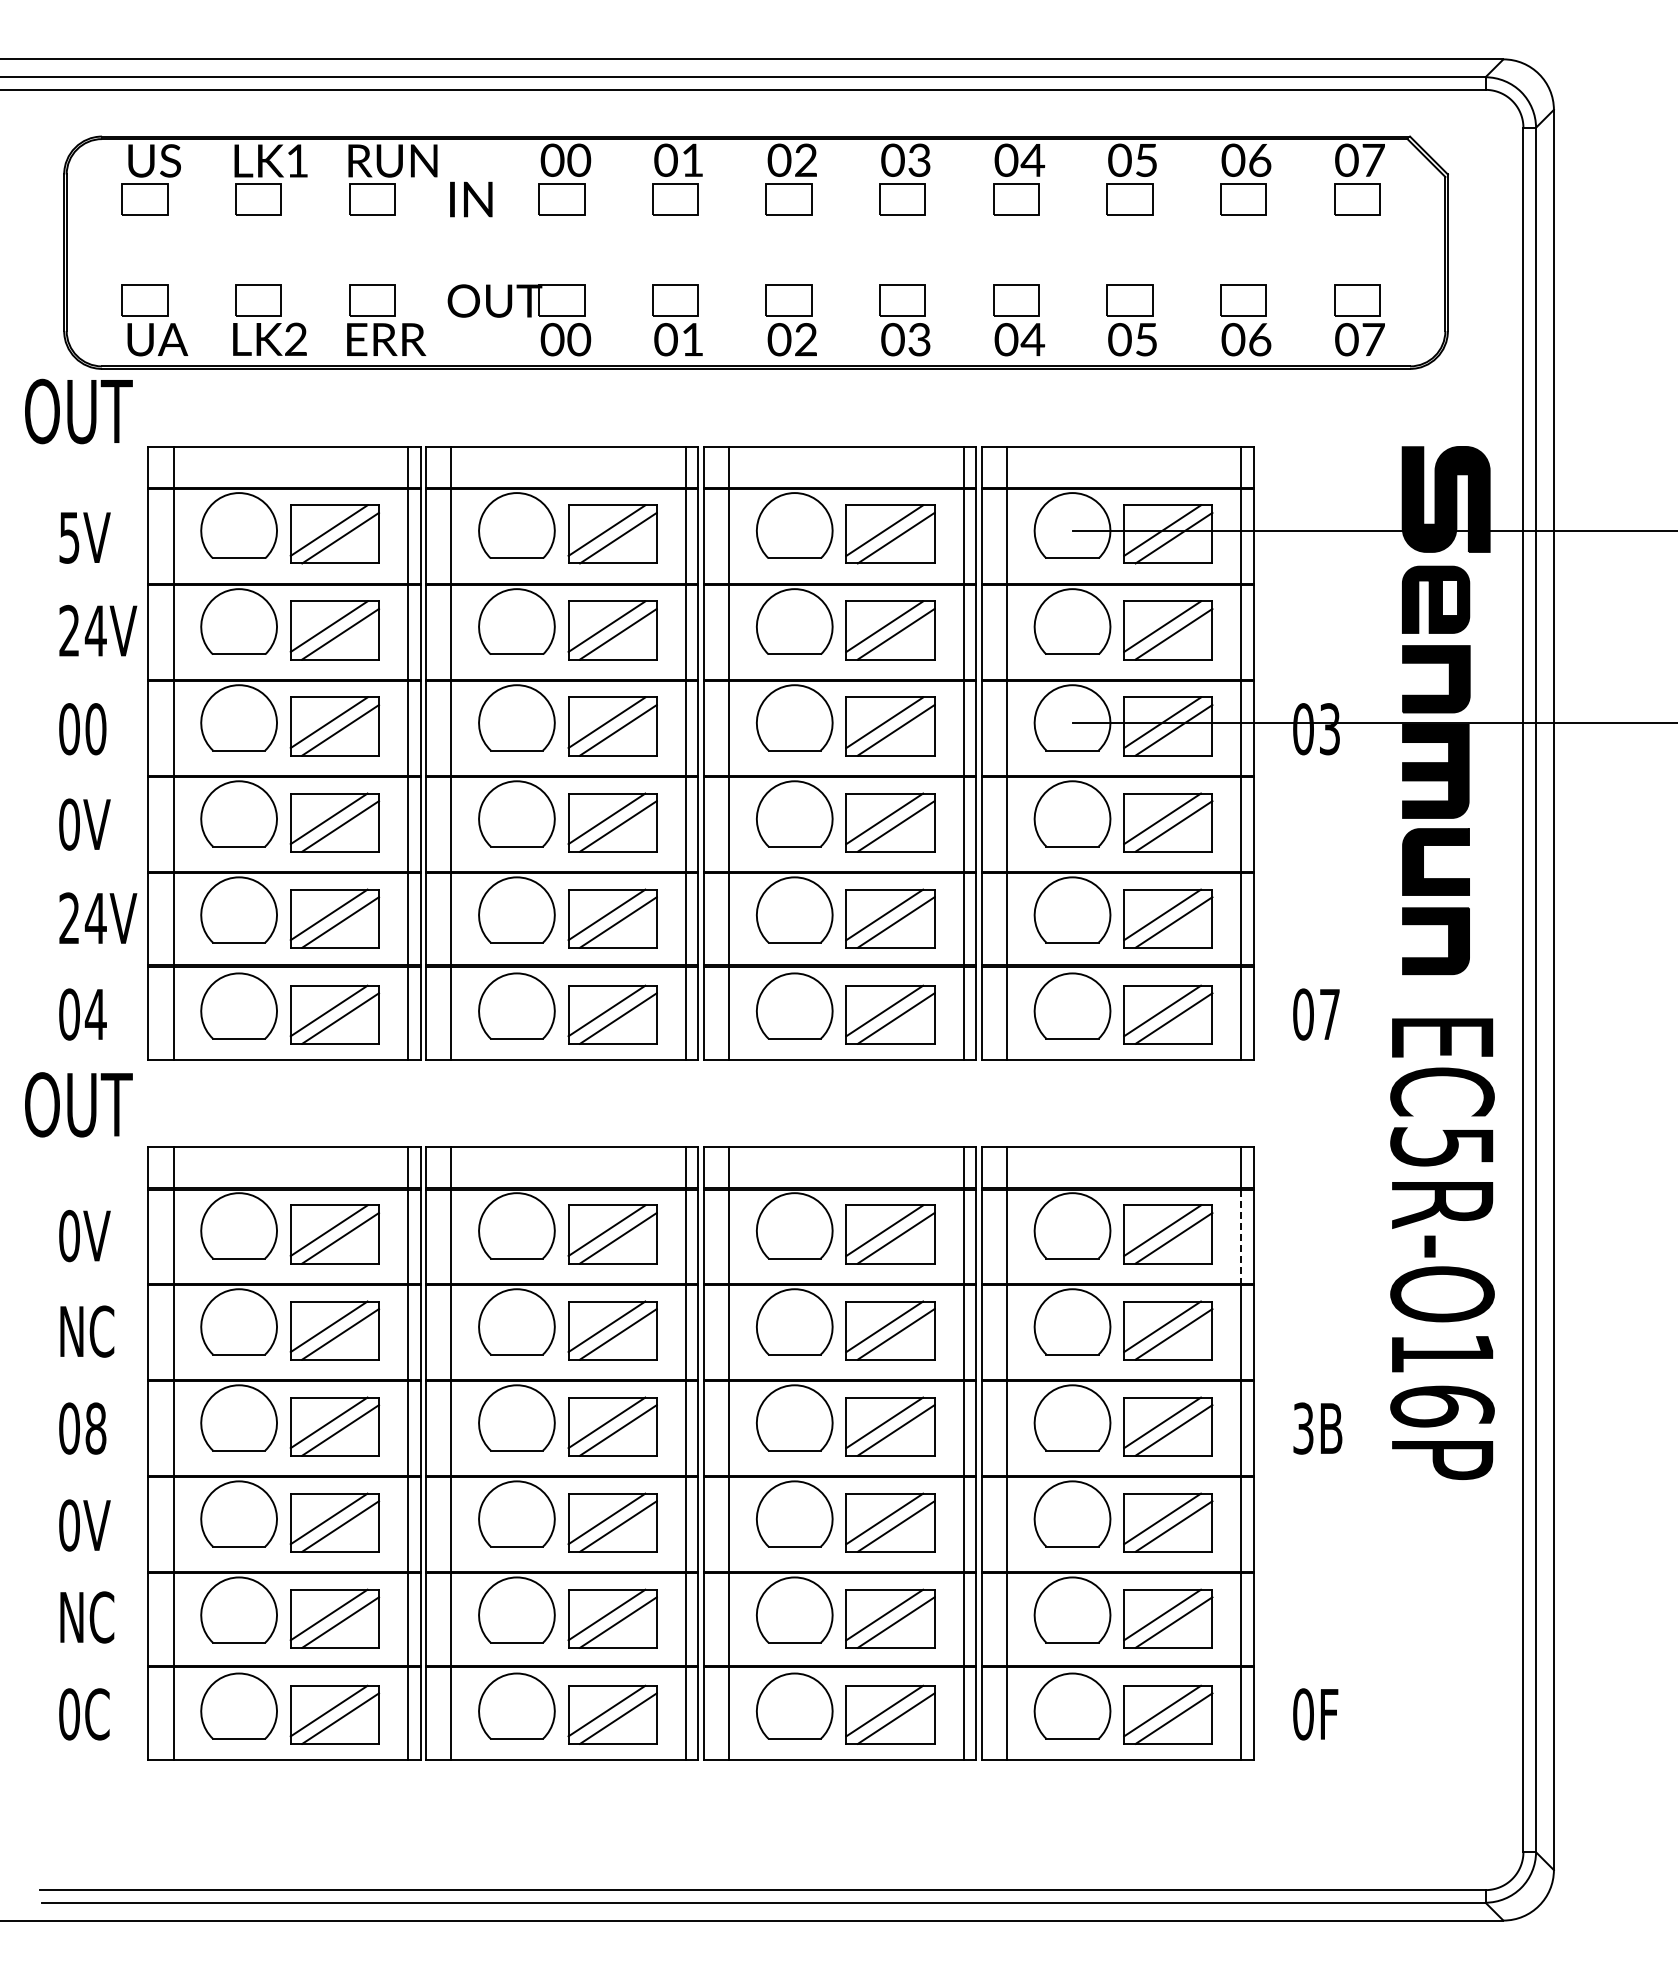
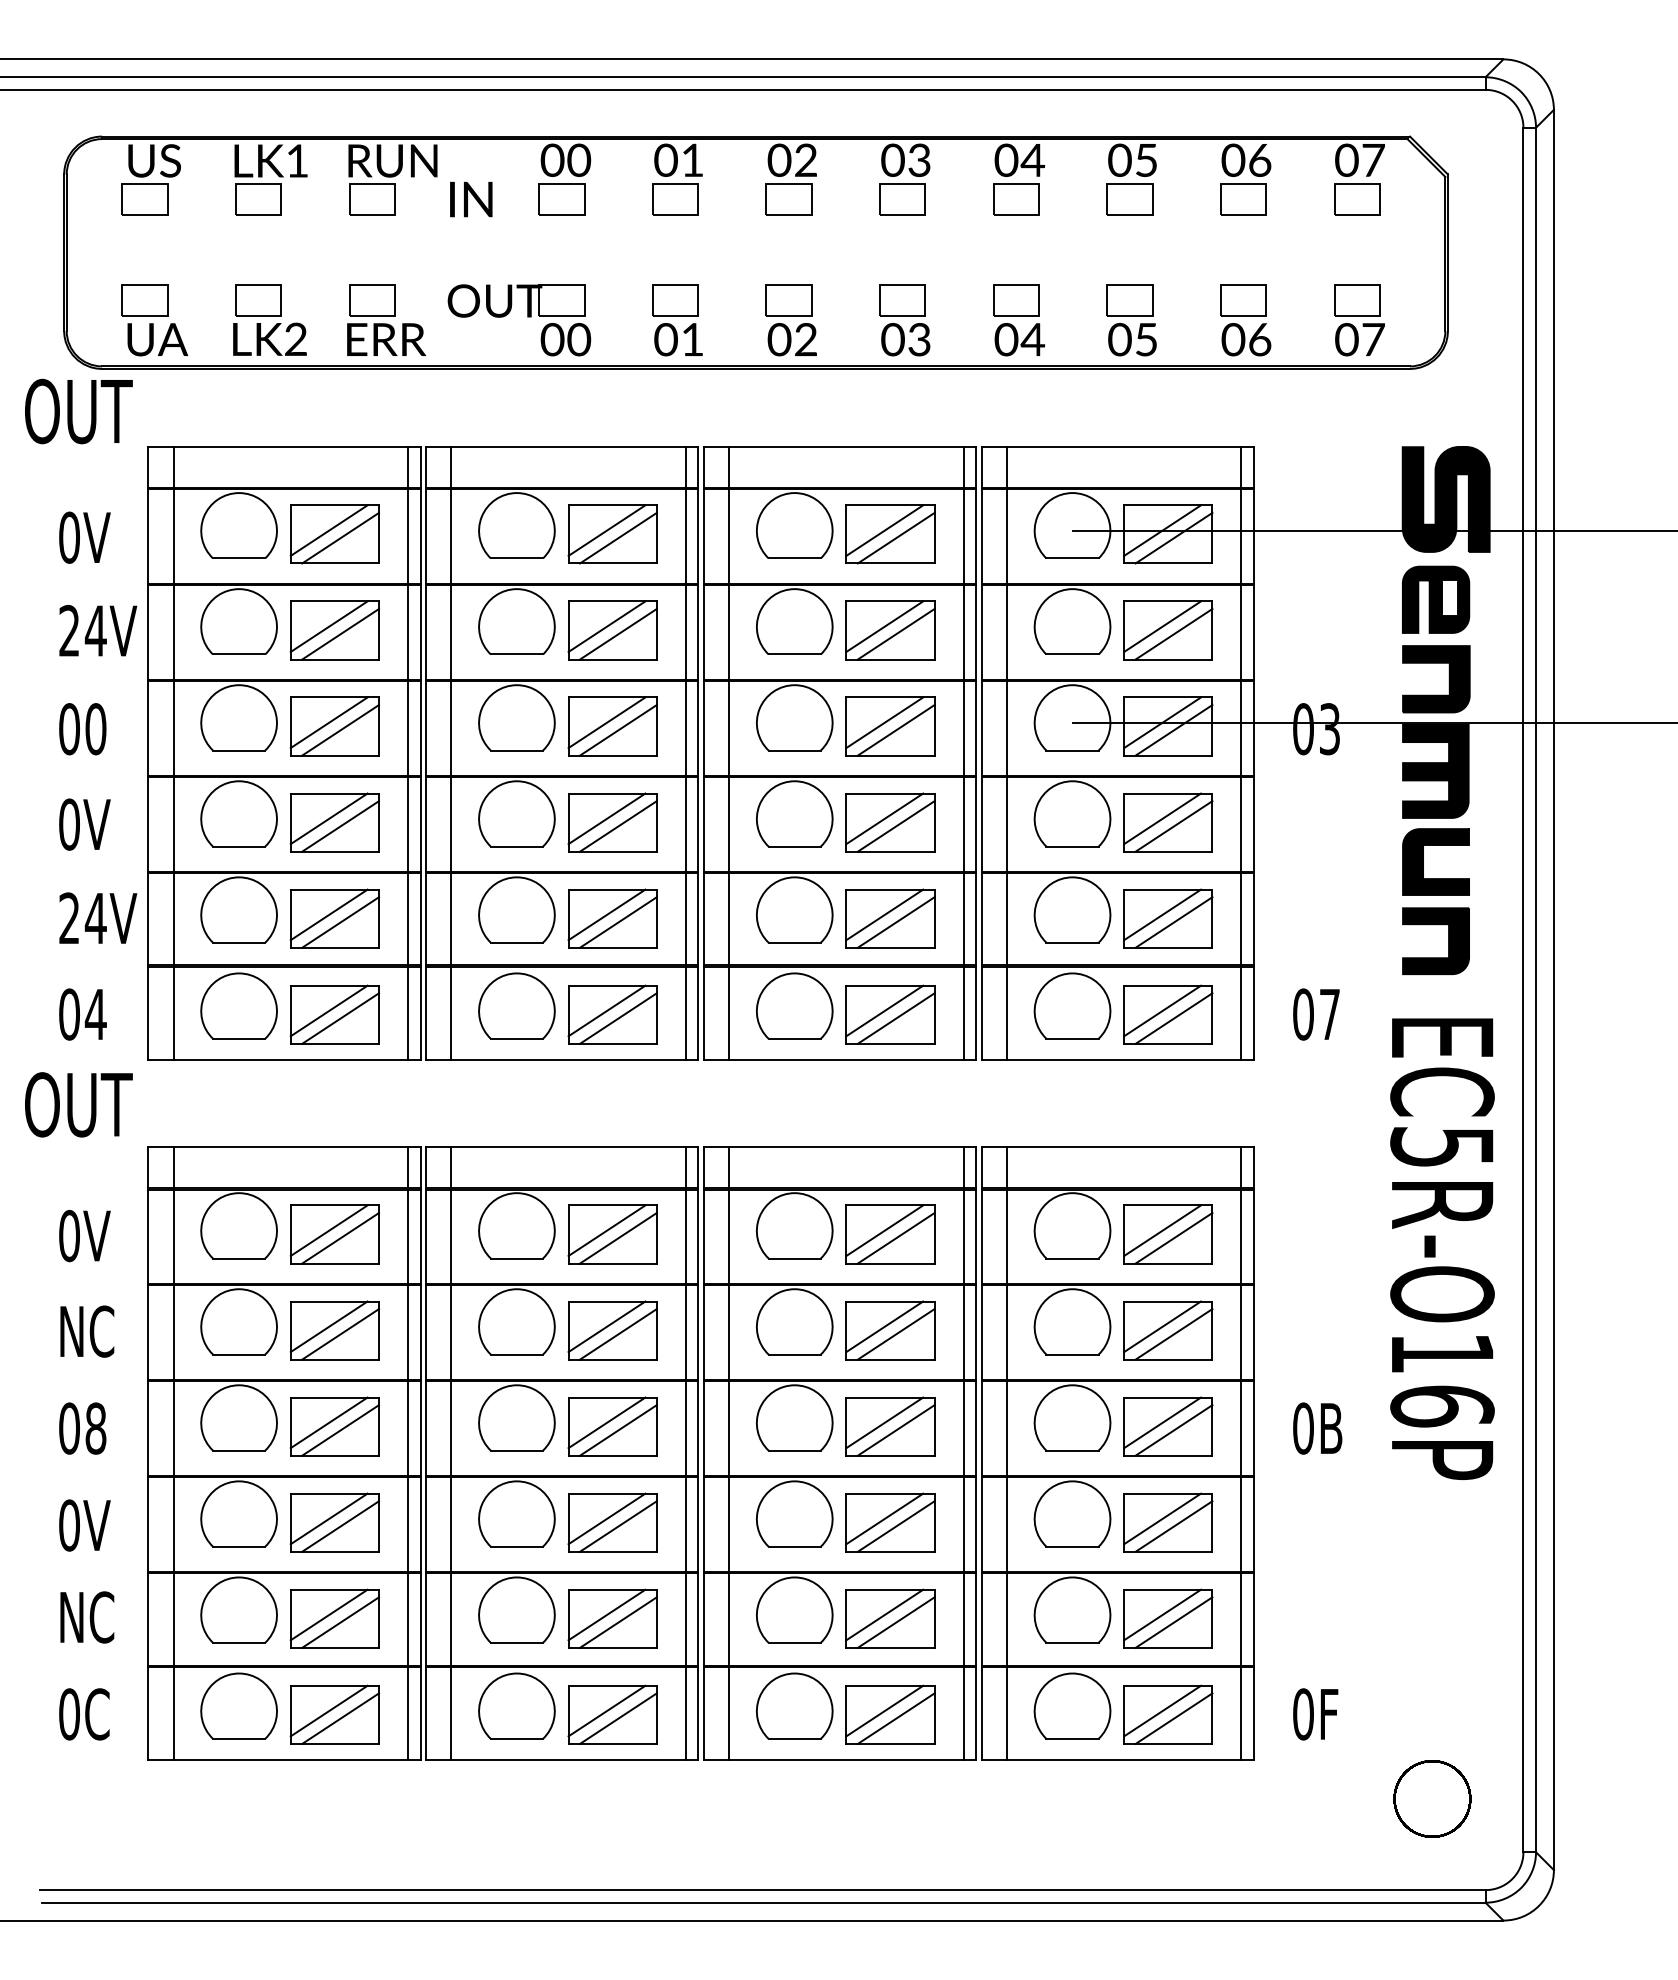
text at (69, 537): 5V -> 0V
line at (1241, 1237): dashed -> solid
text at (1303, 1428): 3B -> 0B
part at (1432, 1798): none -> present
